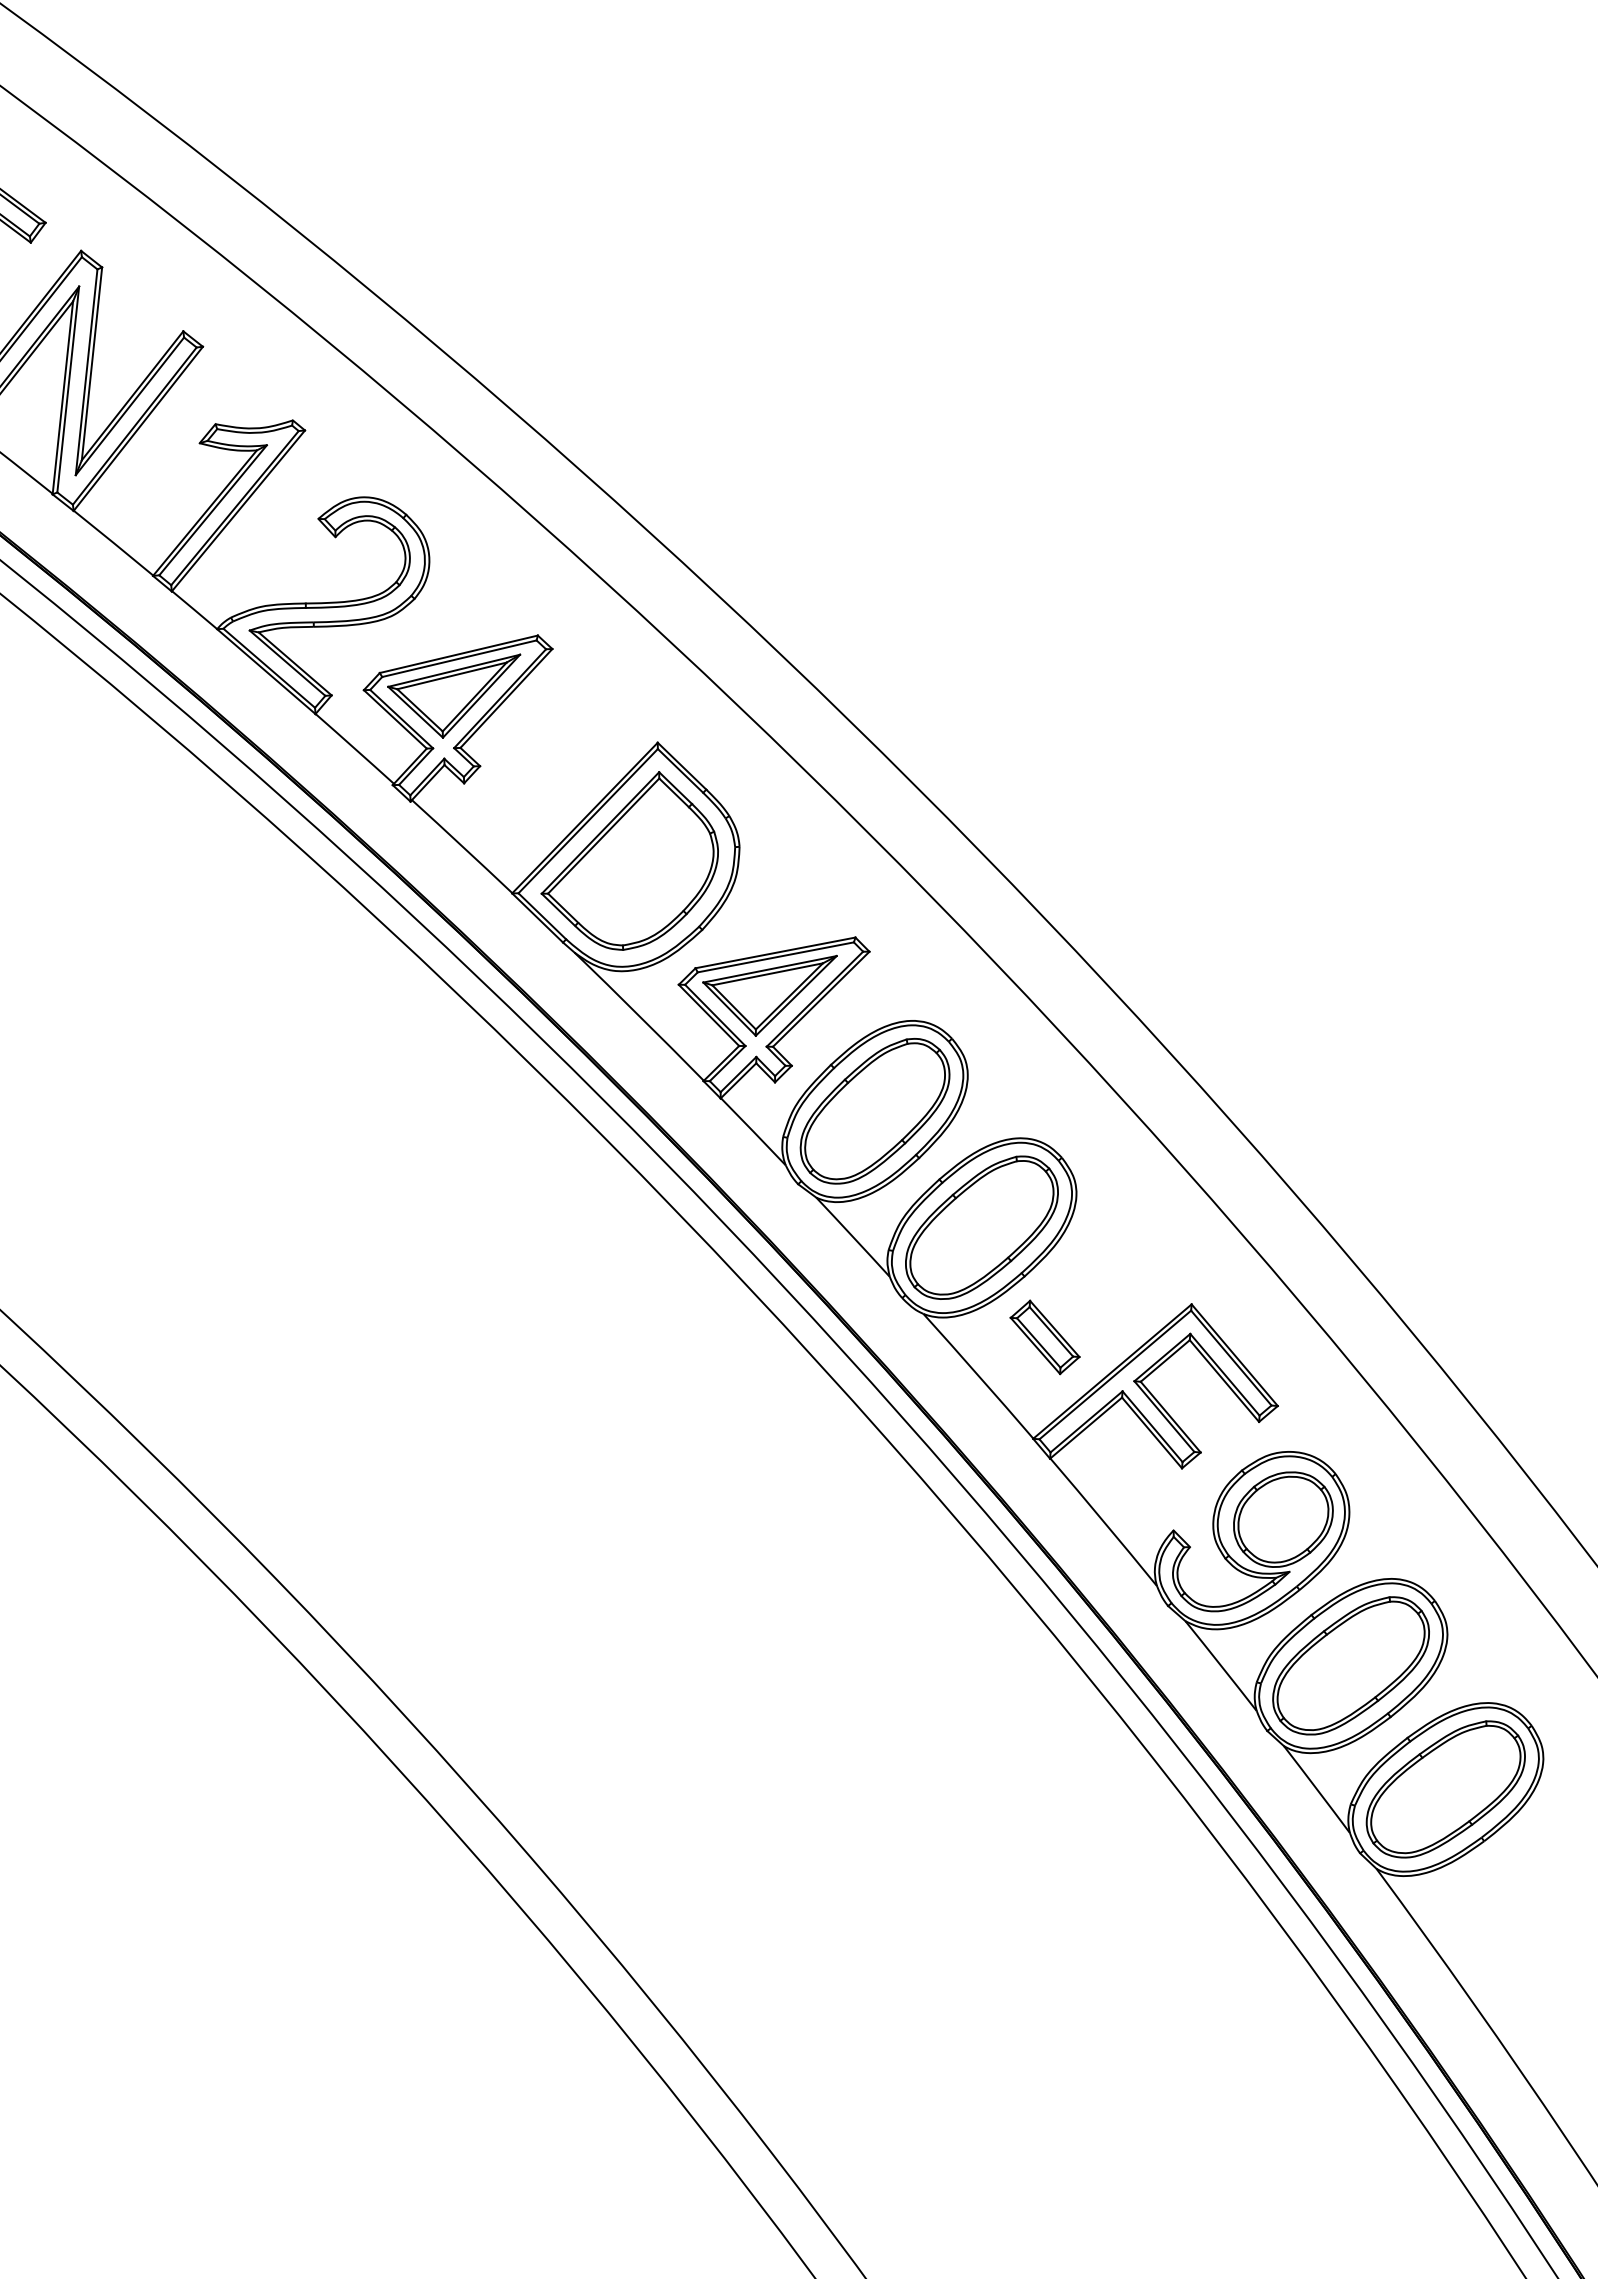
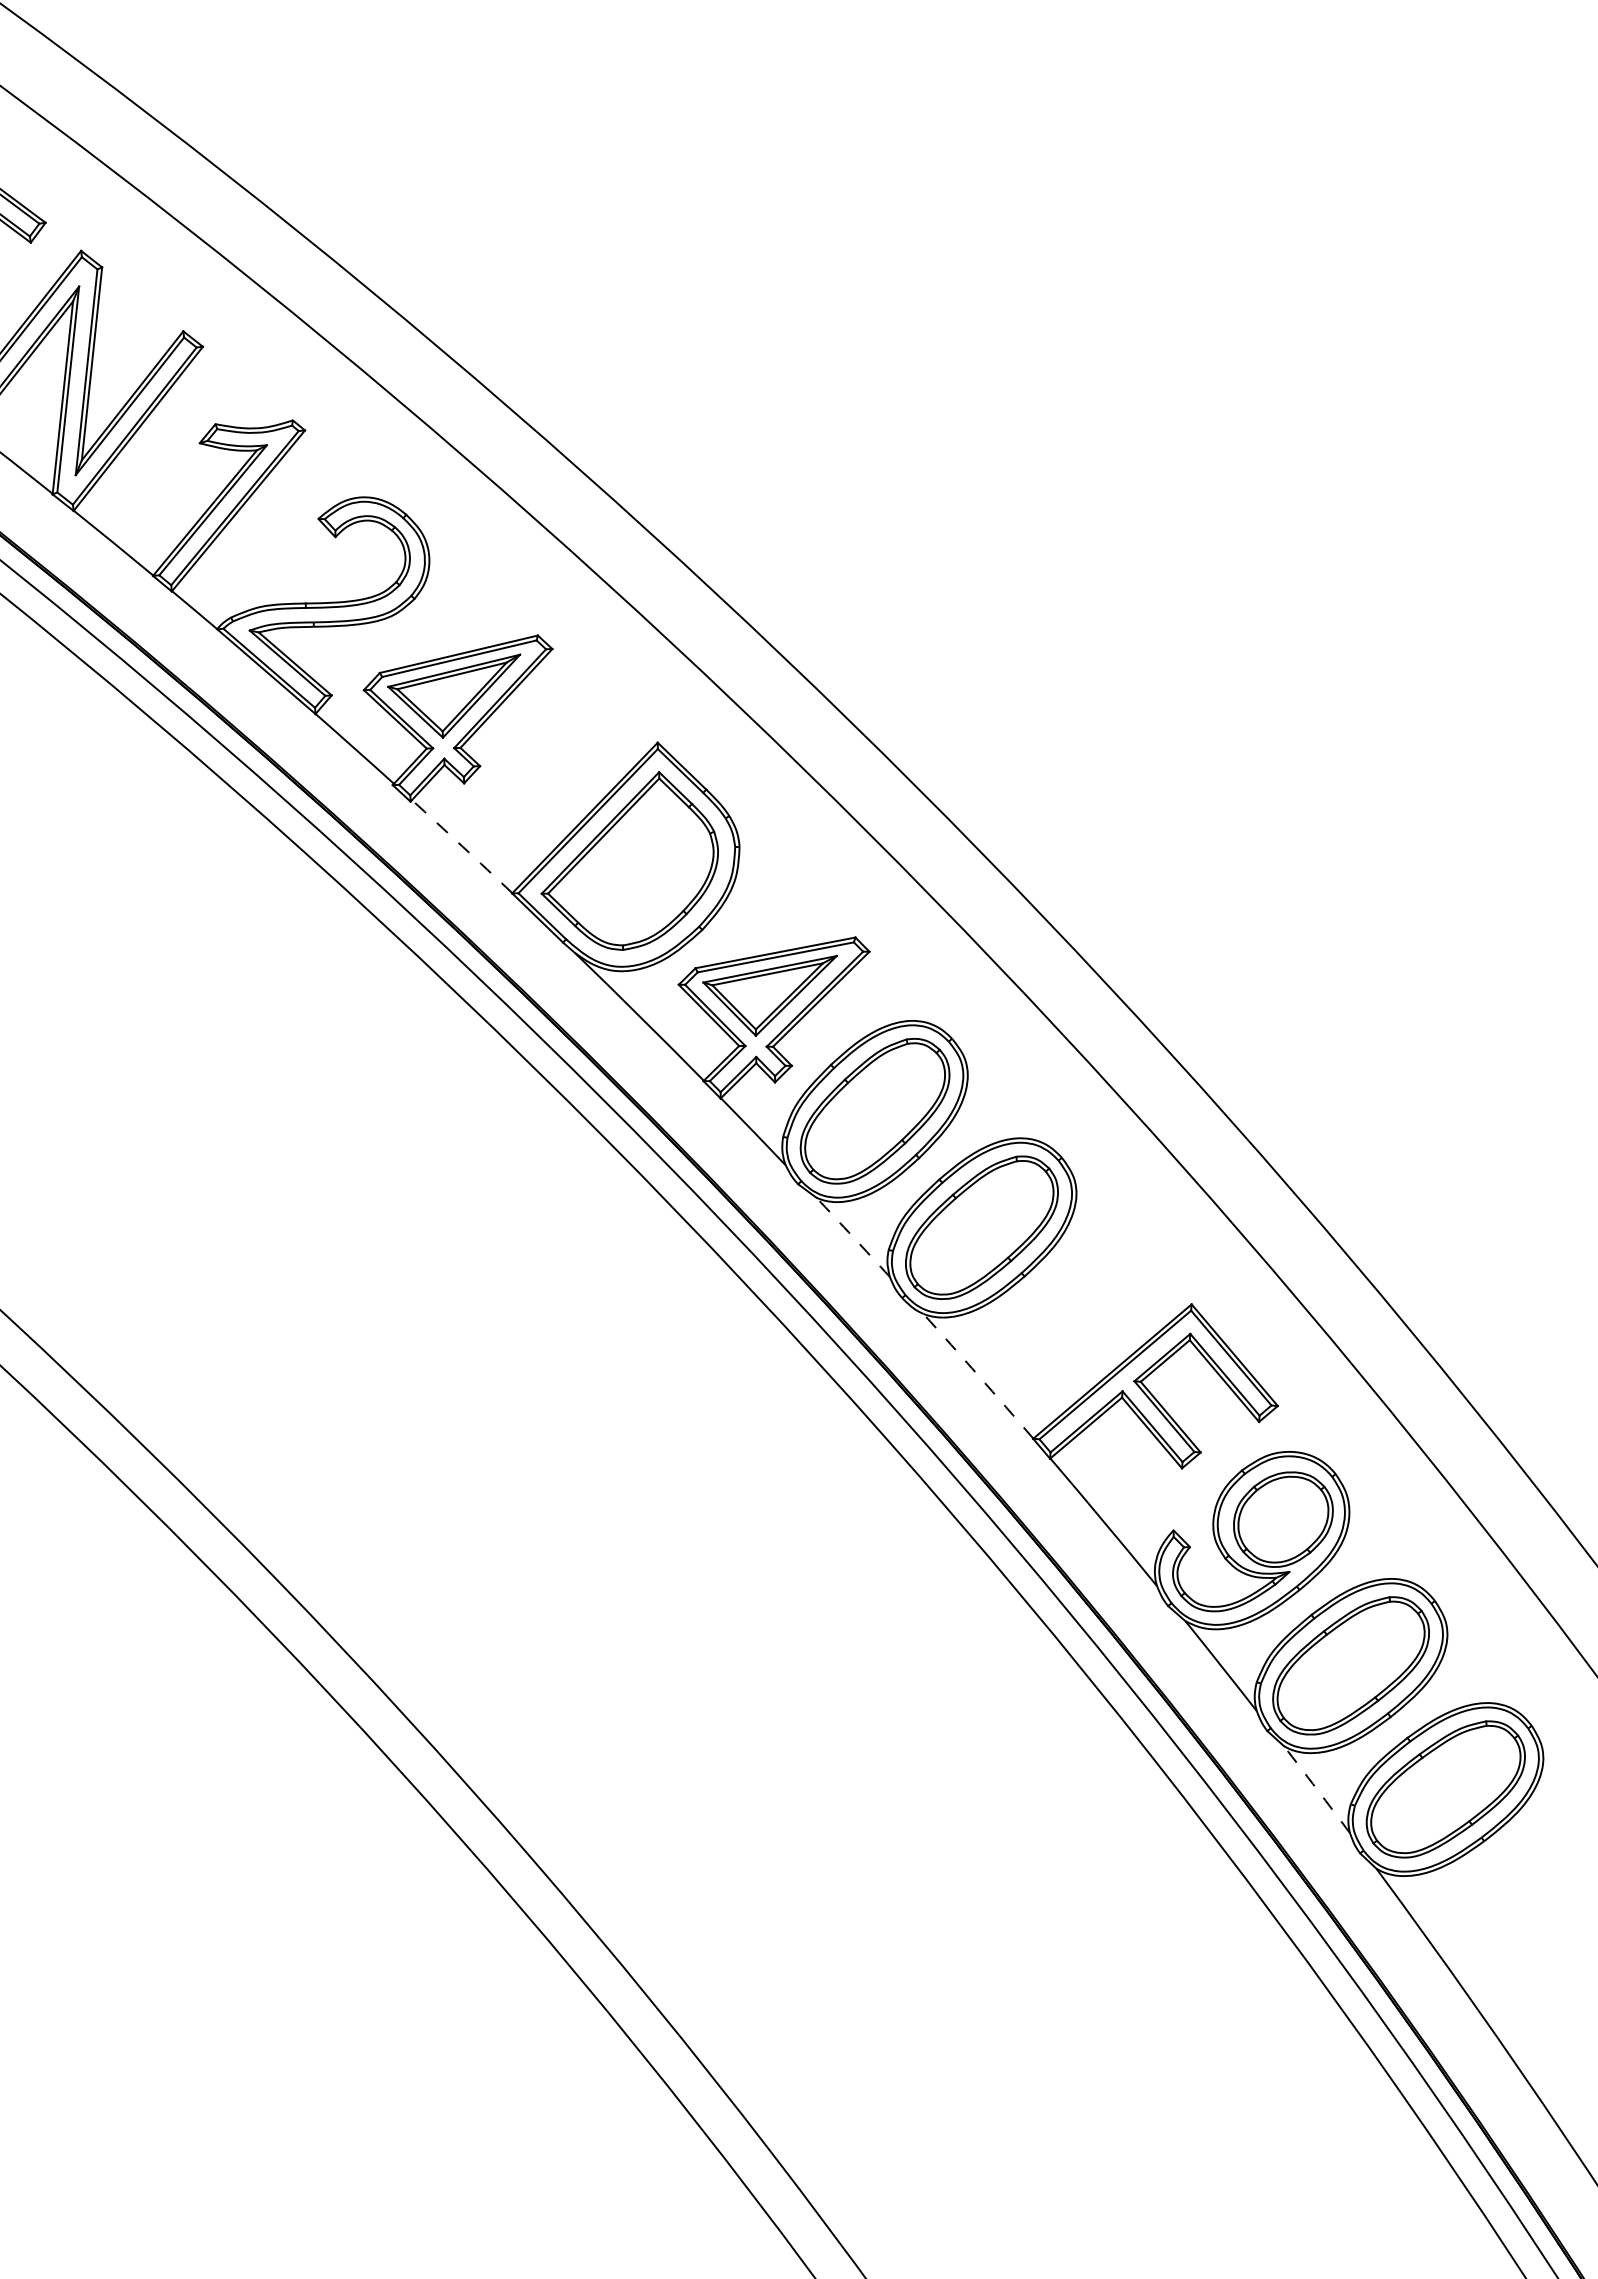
arc at (462, 846): solid -> dashed
arc at (853, 1237): solid -> dashed
part at (1044, 1337): present -> none
arc at (978, 1375): solid -> dashed
arc at (1317, 1789): solid -> dashed
